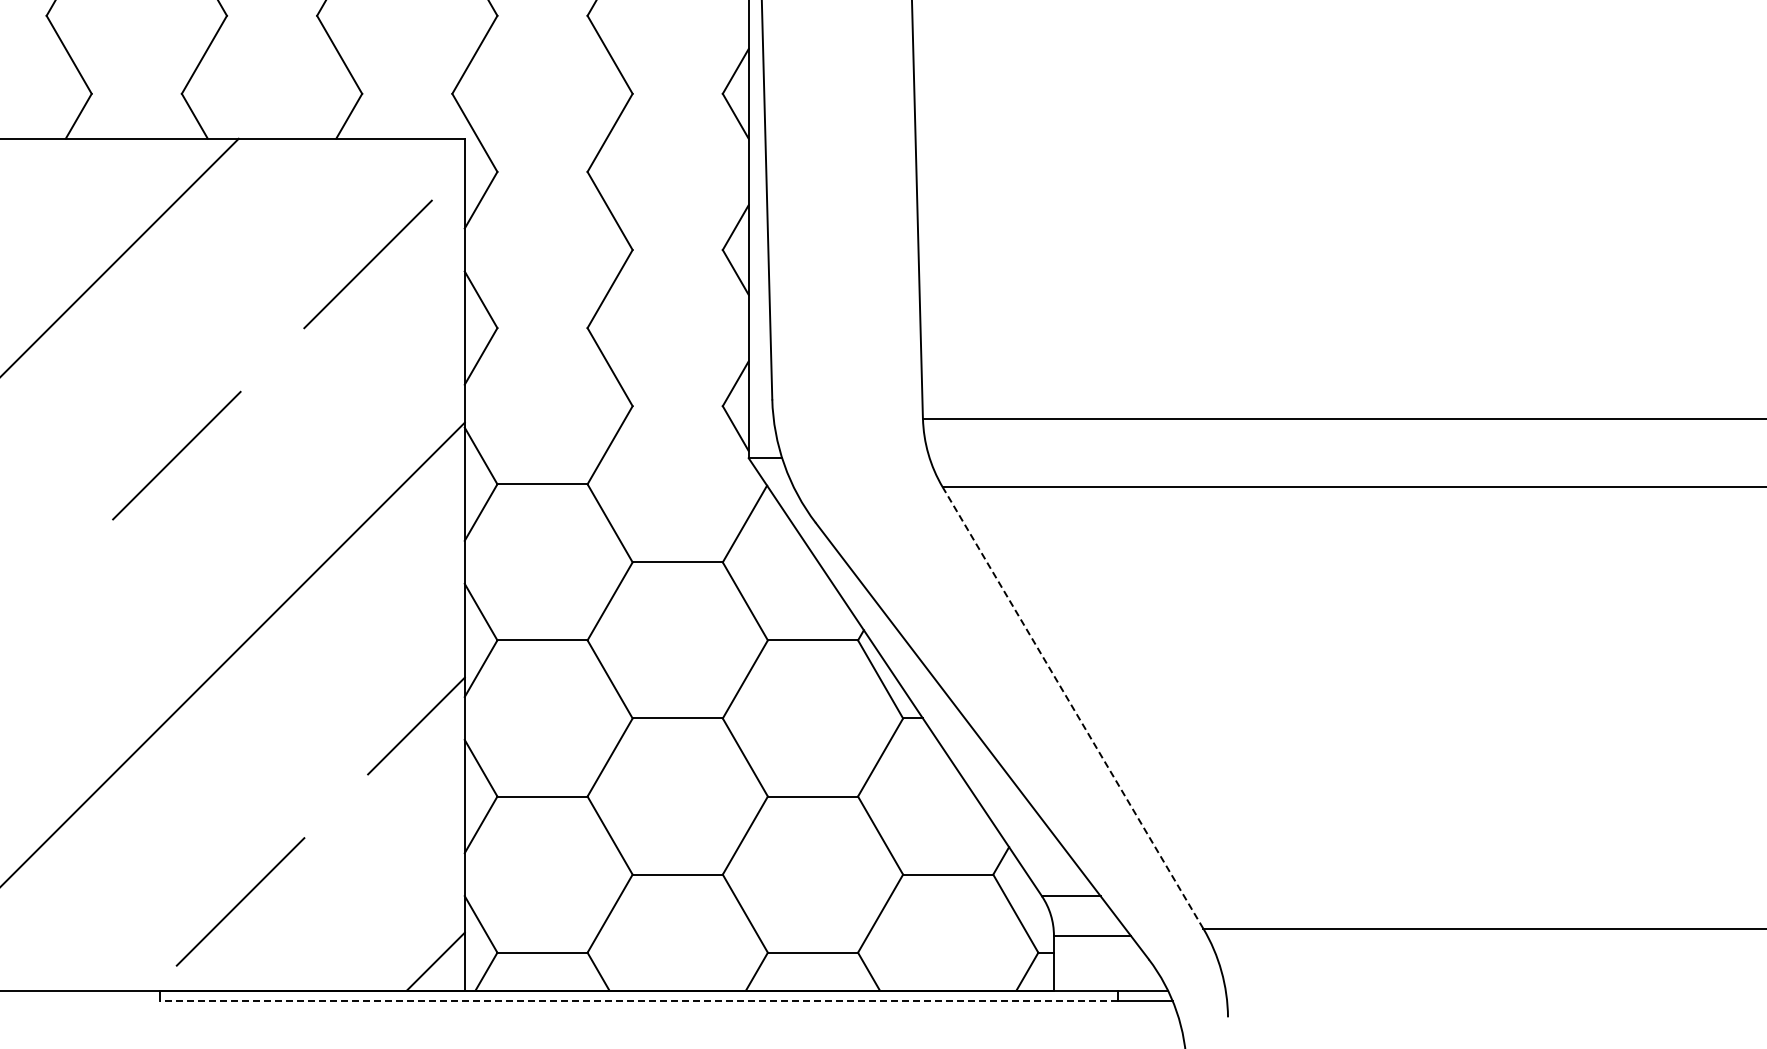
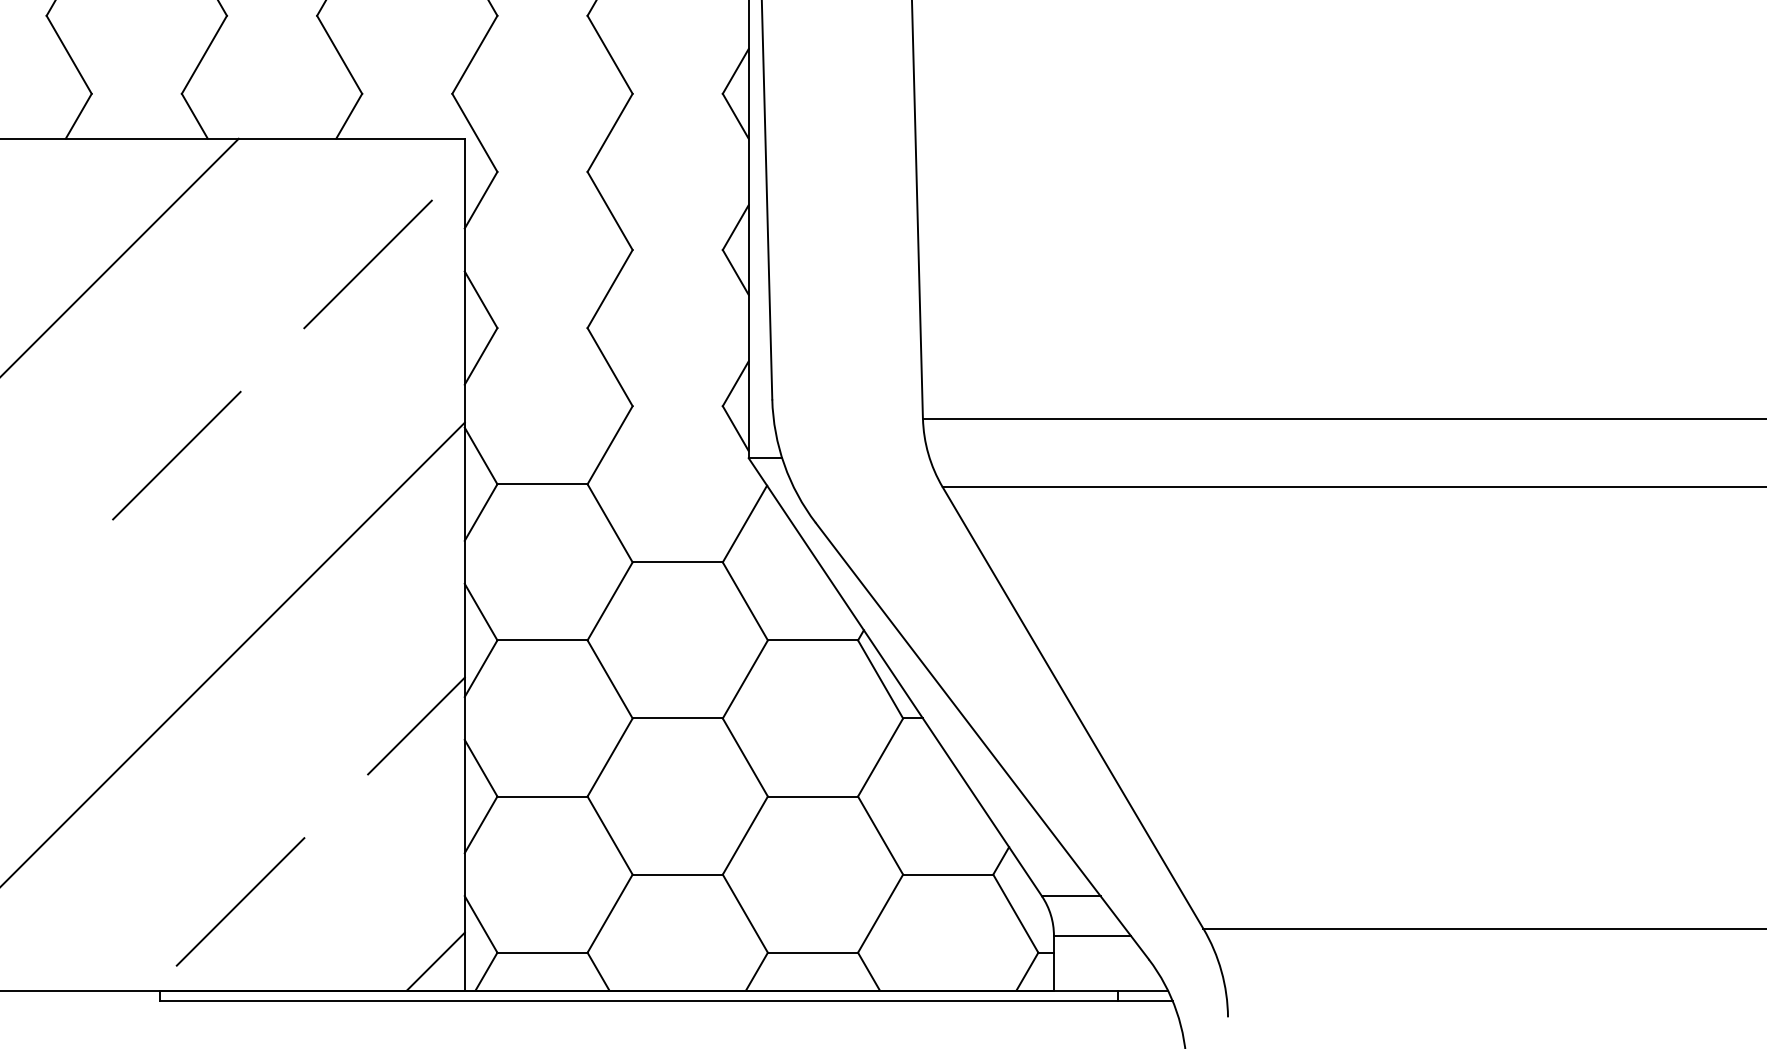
line at (1072, 707): dashed -> solid
line at (638, 1001): dashed -> solid
